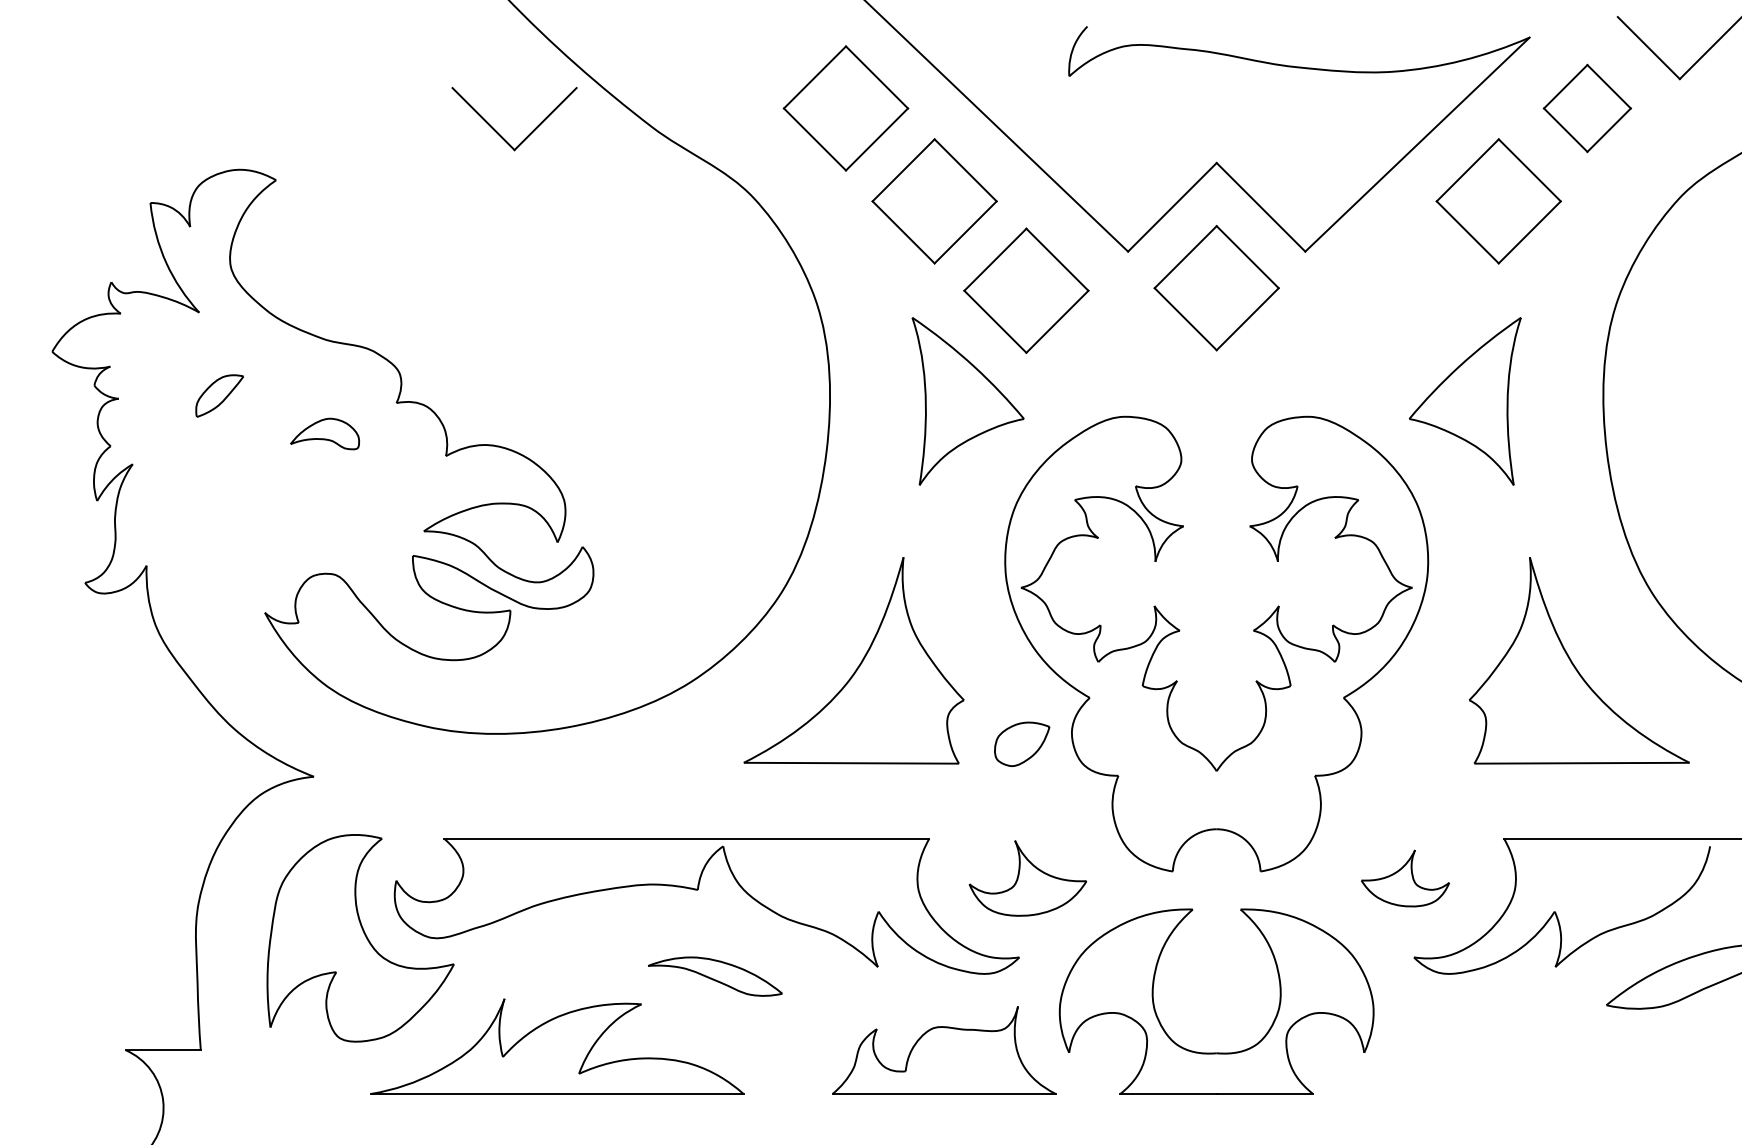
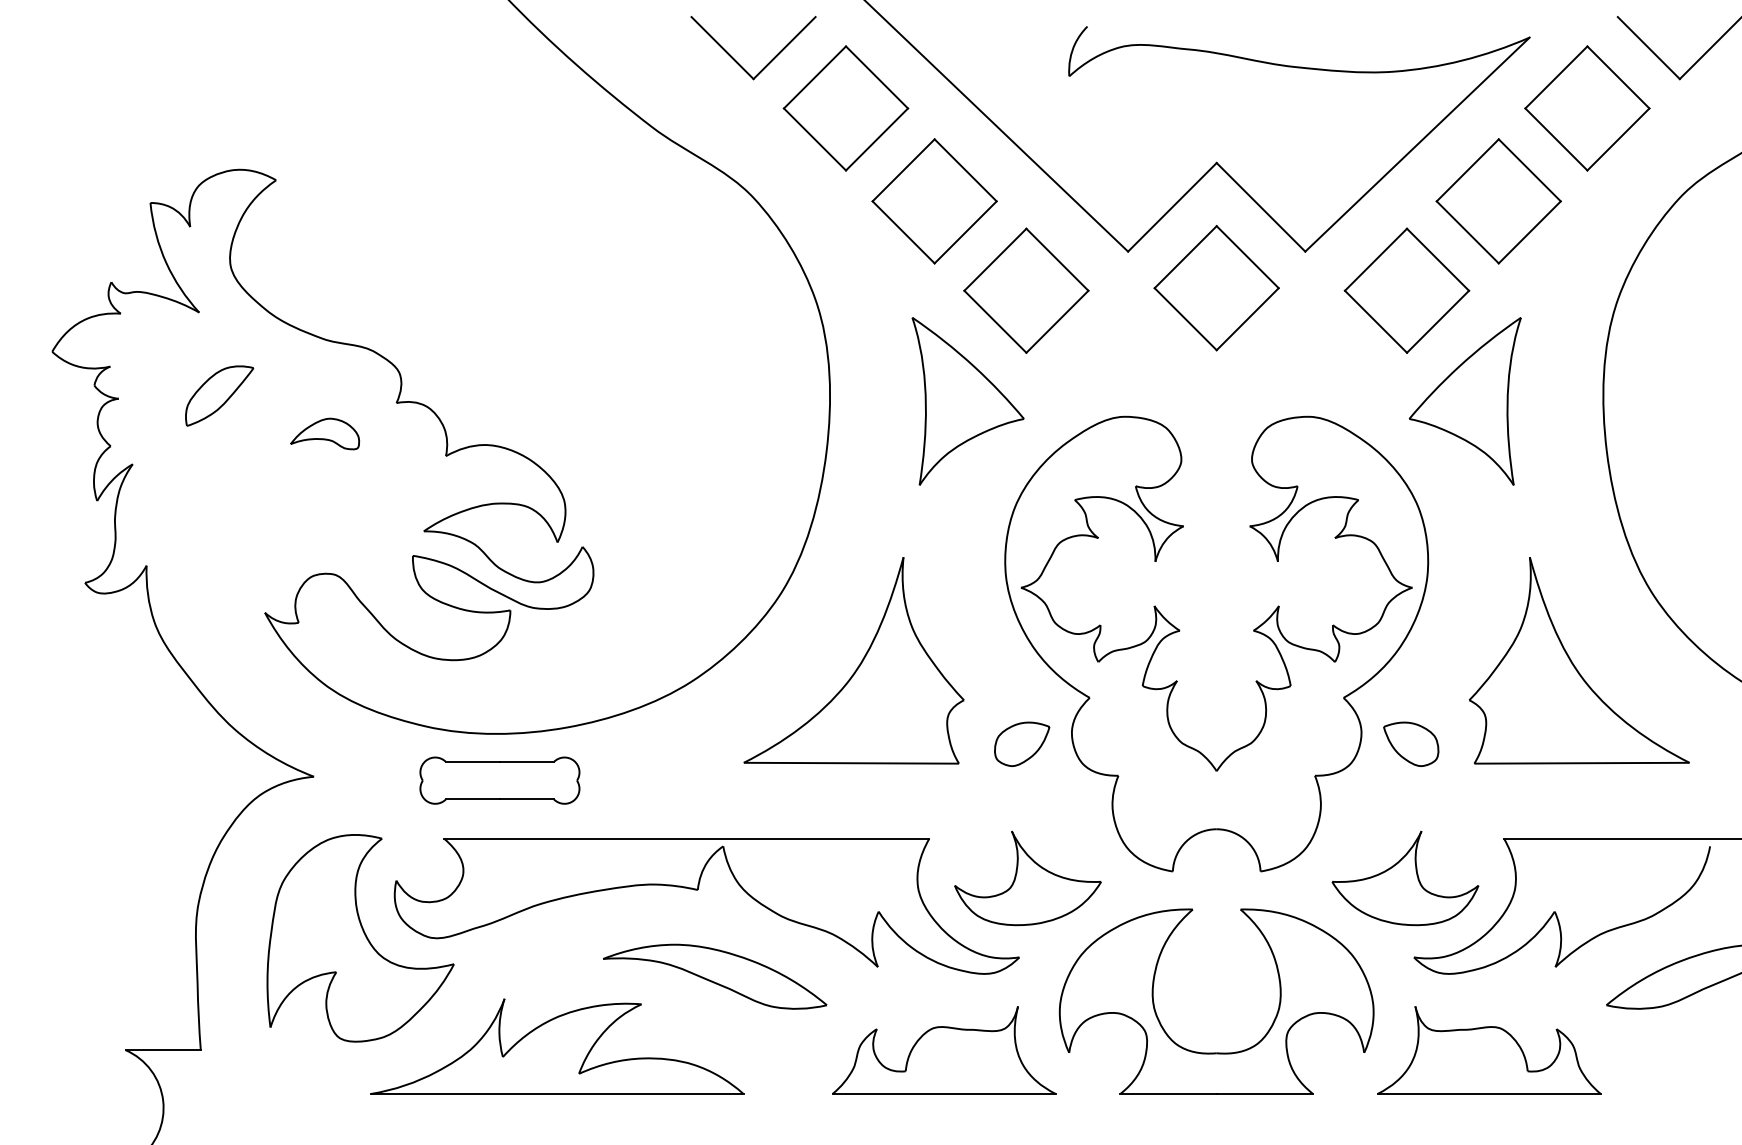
part at (1586, 108) size: 90x91 px -> 127x127 px
part at (499, 133) position: (499, 133) -> (738, 62)
part at (1406, 290): none -> present
part at (219, 395) size: 49x44 px -> 70x62 px
part at (1411, 743): none -> present
part at (499, 780): none -> present
part at (1027, 878) size: 120x77 px -> 148x97 px
part at (1405, 878) size: 89x59 px -> 149x97 px
part at (715, 976) size: 135x41 px -> 225x67 px
part at (1489, 1050): none -> present
